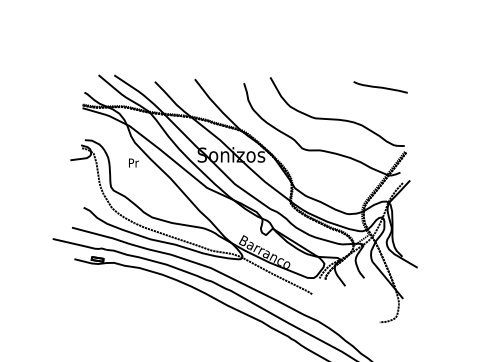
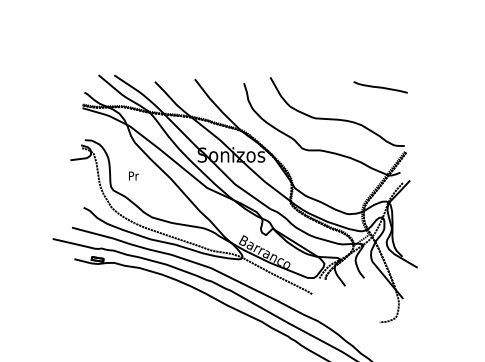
text at (133, 162) position: (133, 162) -> (133, 175)
